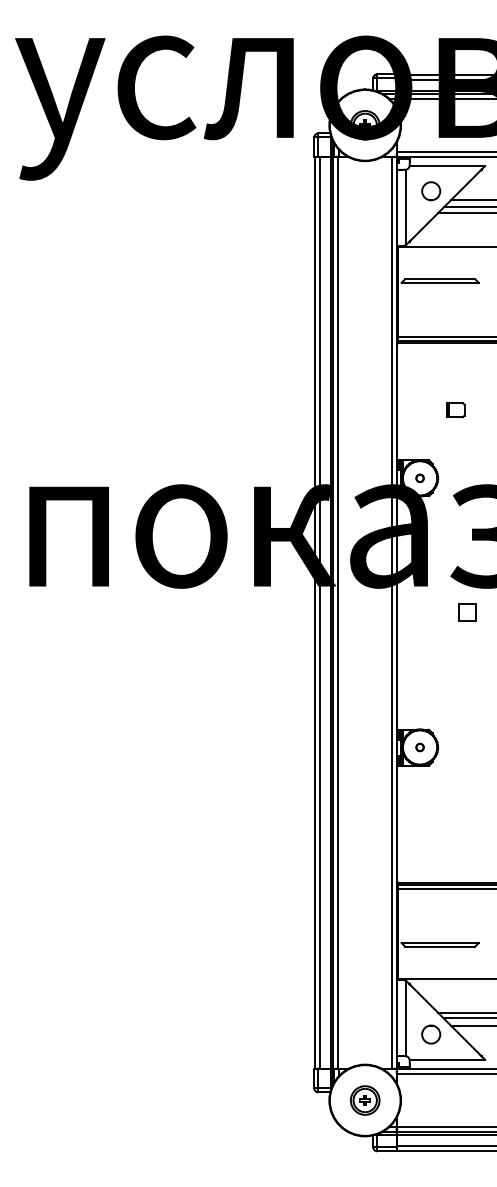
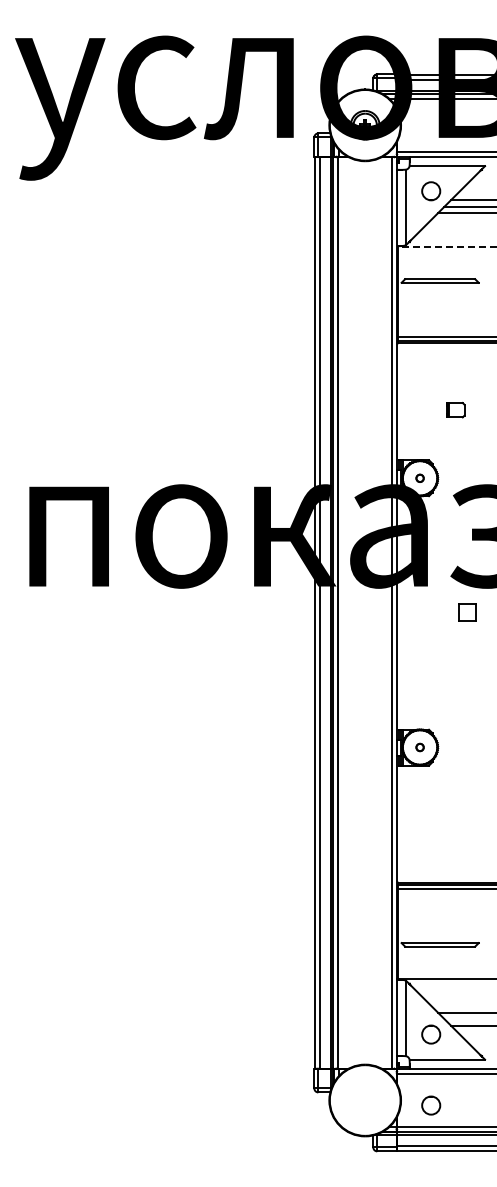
line at (446, 246): solid -> dashed
line at (468, 1018): present -> none
part at (365, 1100): present -> none
circle at (431, 1105): none -> present
